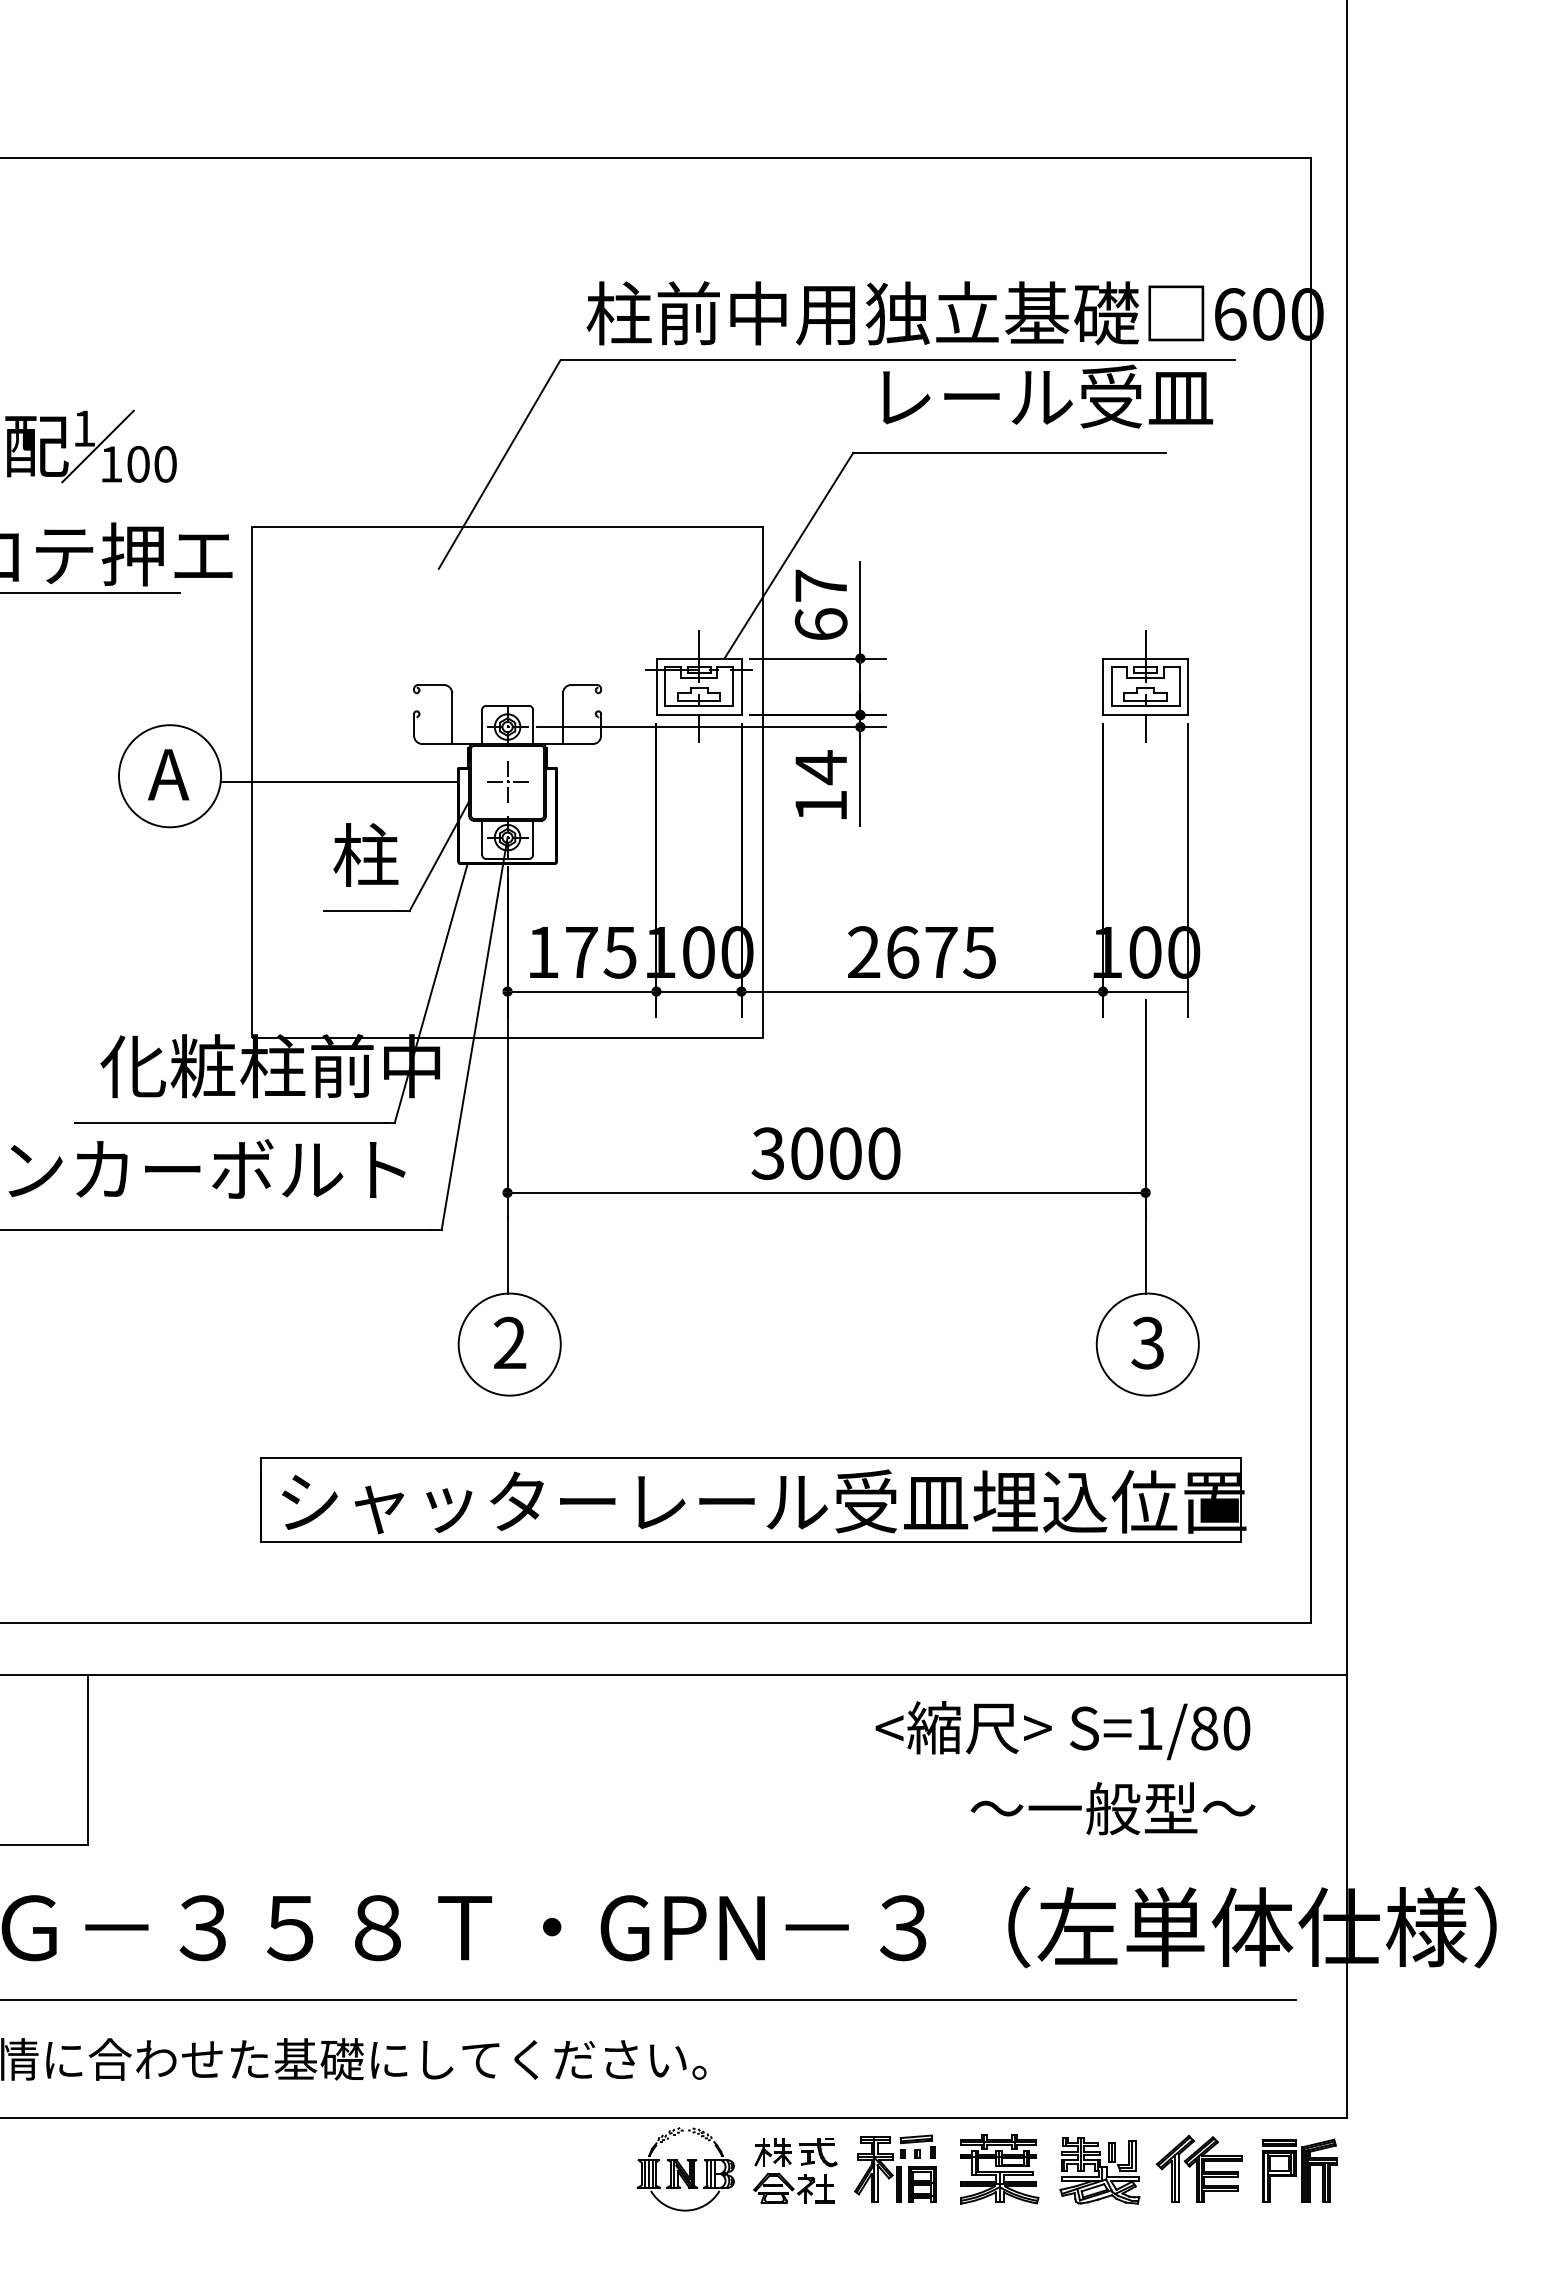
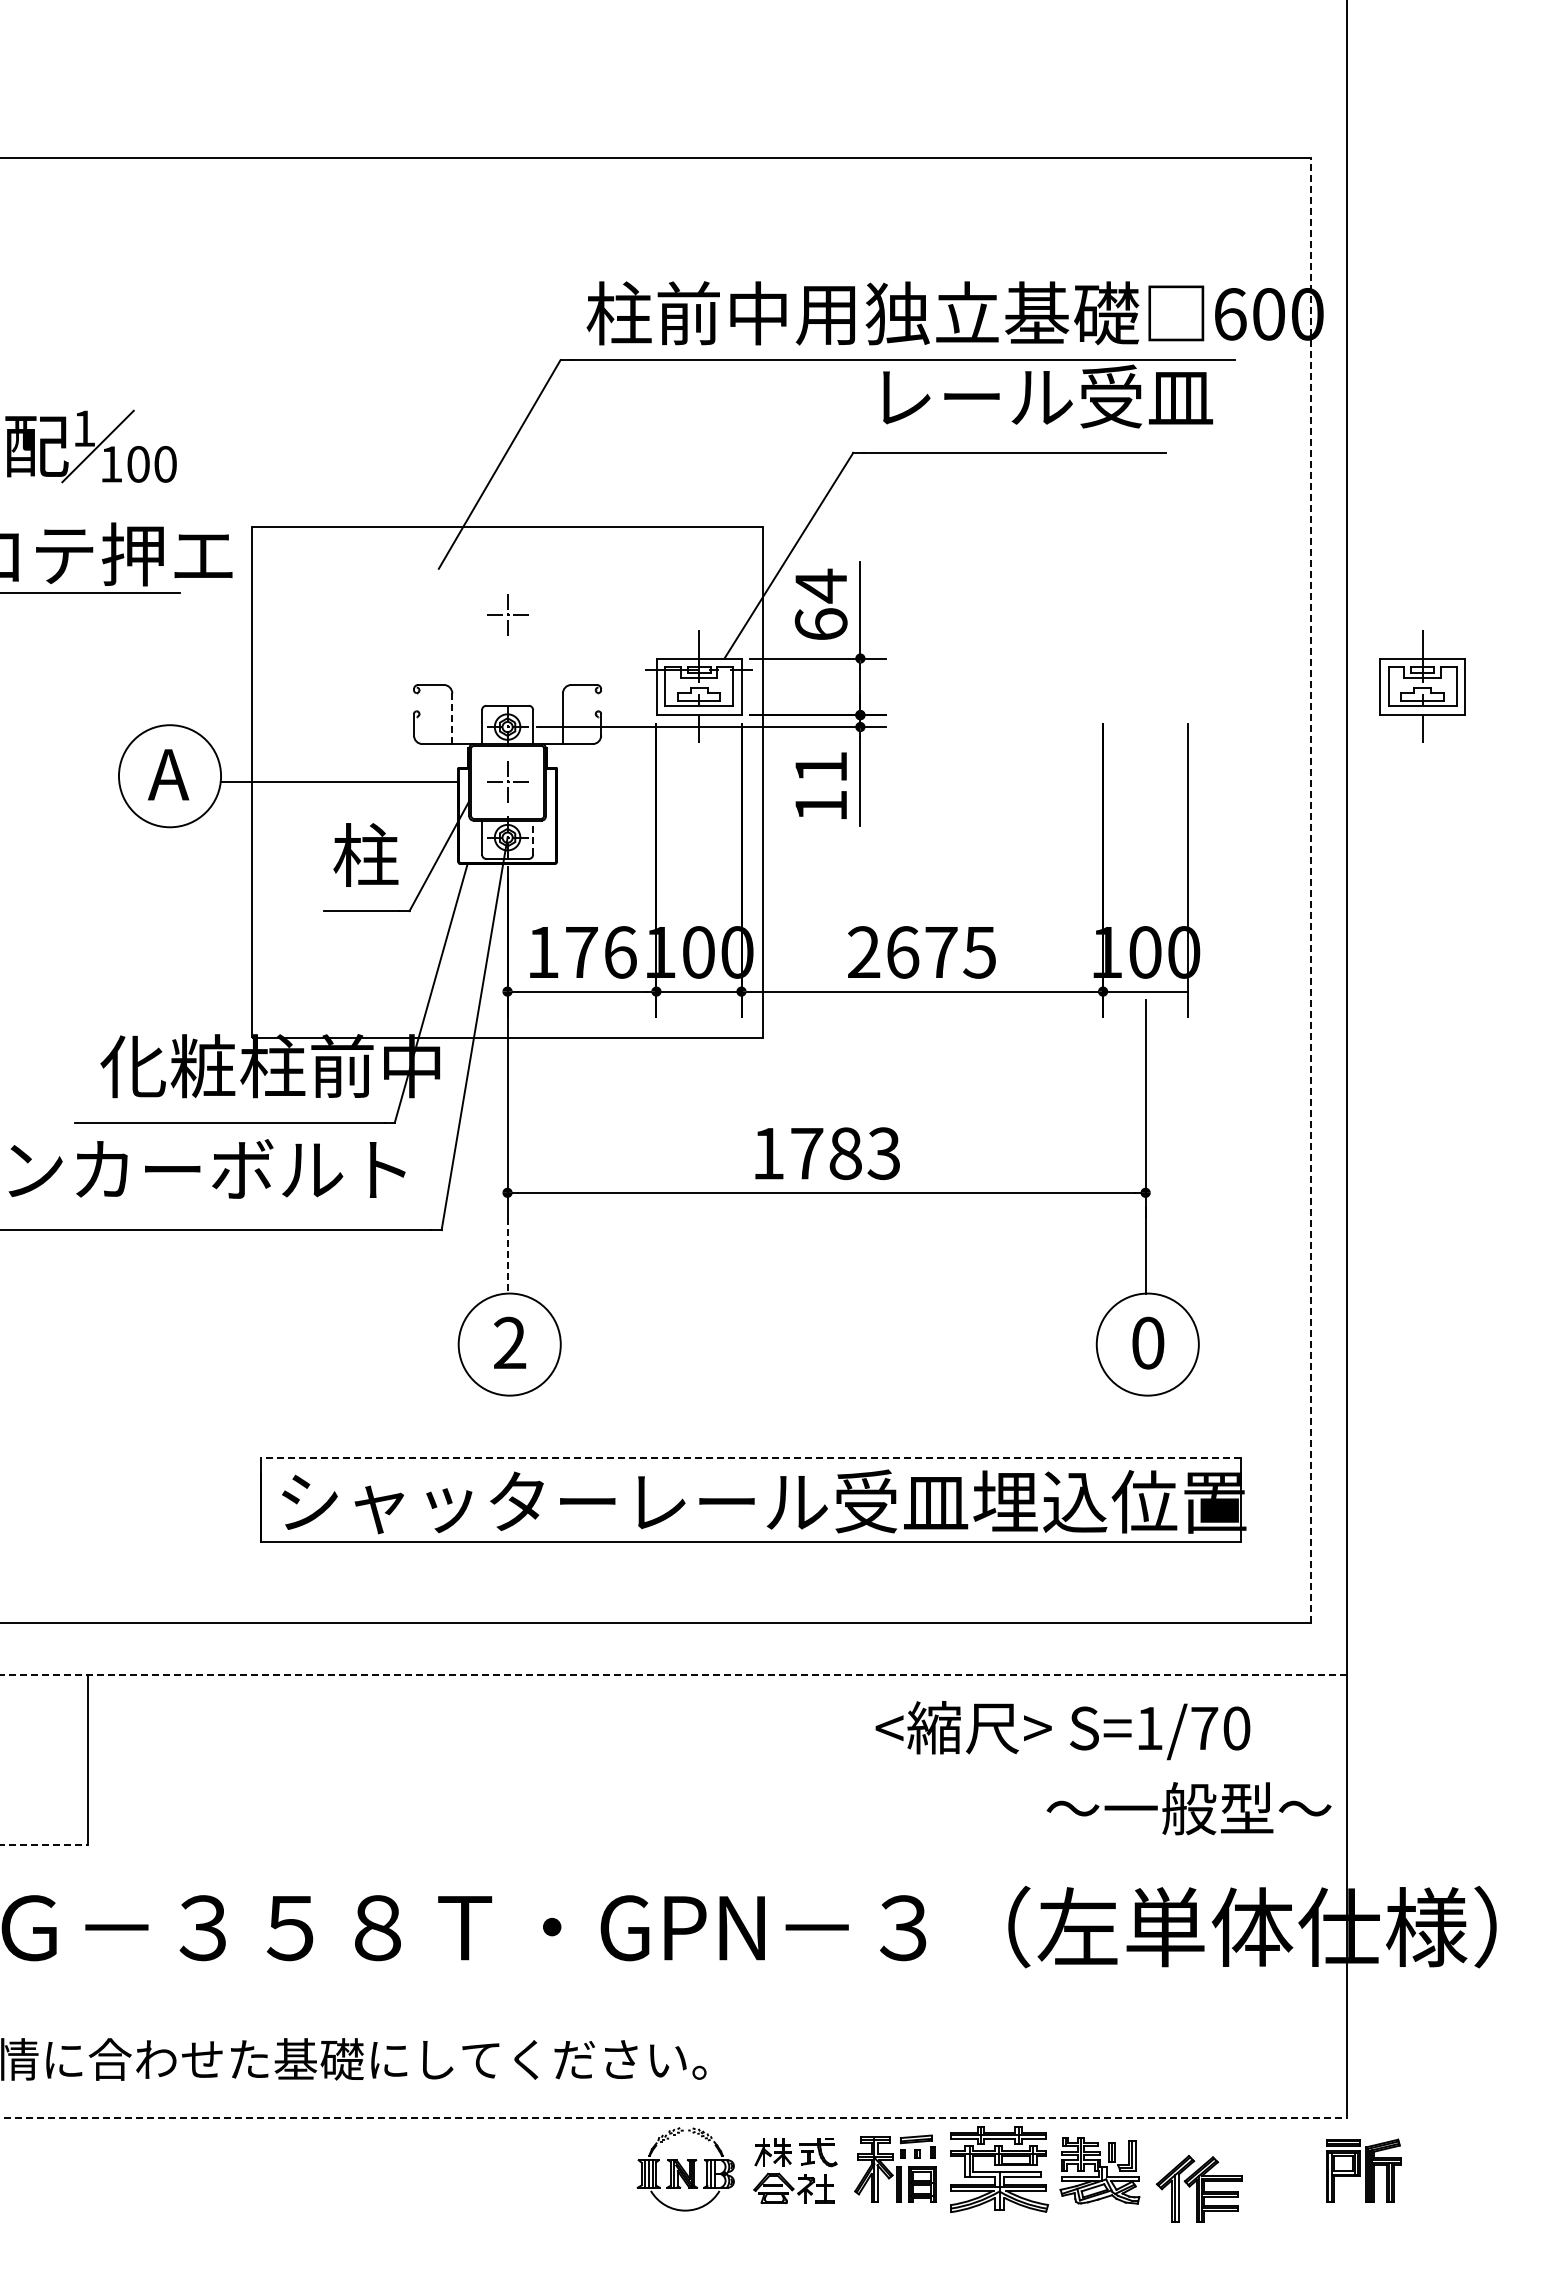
text at (820, 585): 67 -> 64
part at (507, 614): none -> present
part at (1145, 686) position: (1145, 686) -> (1422, 686)
line at (452, 718): solid -> dashed
text at (820, 767): 14 -> 11
line at (533, 837): solid -> dashed
line at (1311, 890): solid -> dashed
text at (619, 952): 175 -> 176
text at (825, 1153): 3000 -> 1783
line at (507, 1255): solid -> dashed
text at (1147, 1342): 3 -> 0
line at (751, 1458): solid -> dashed
line at (674, 1675): solid -> dashed
text at (1204, 1728): S=1/80 -> S=1/70
text at (1112, 1808) position: (1112, 1808) -> (1188, 1808)
line at (44, 1845): solid -> dashed
line at (649, 2000): present -> none
line at (674, 2117): solid -> dashed
part at (1198, 2168) position: (1198, 2168) -> (1198, 2188)
part at (999, 2169) size: 80x71 px -> 100x87 px
part at (1299, 2170) position: (1299, 2170) -> (1363, 2170)
